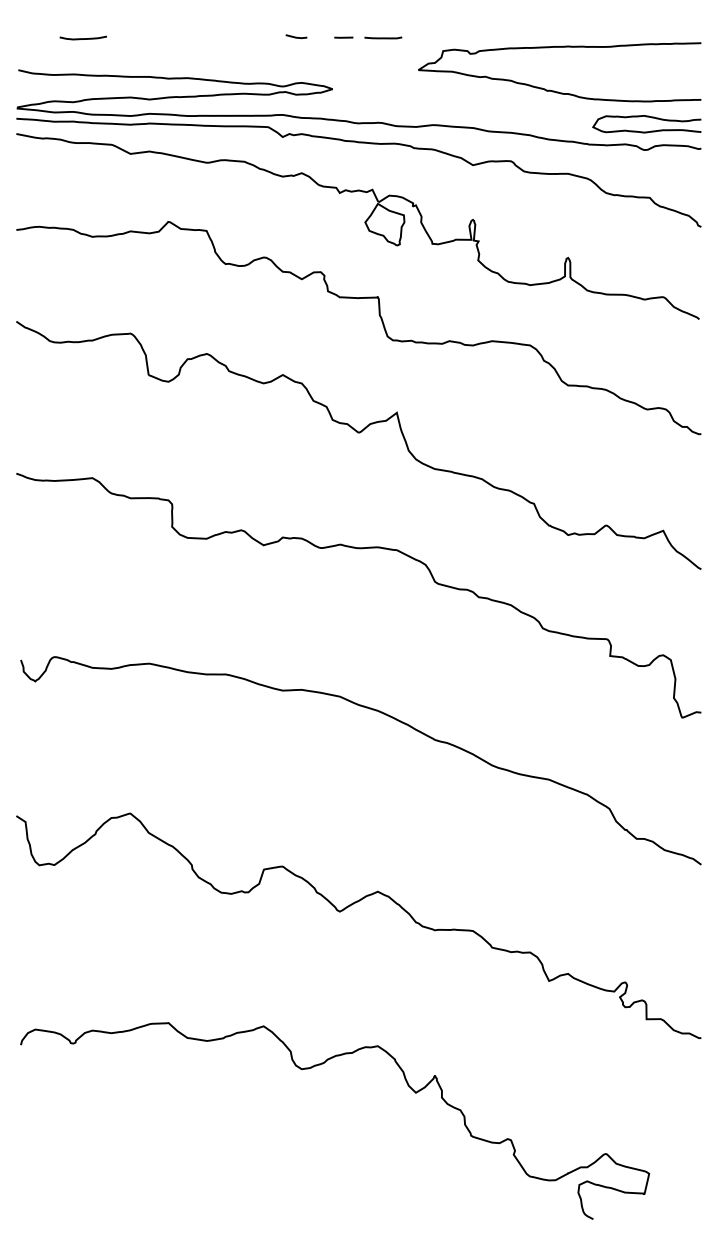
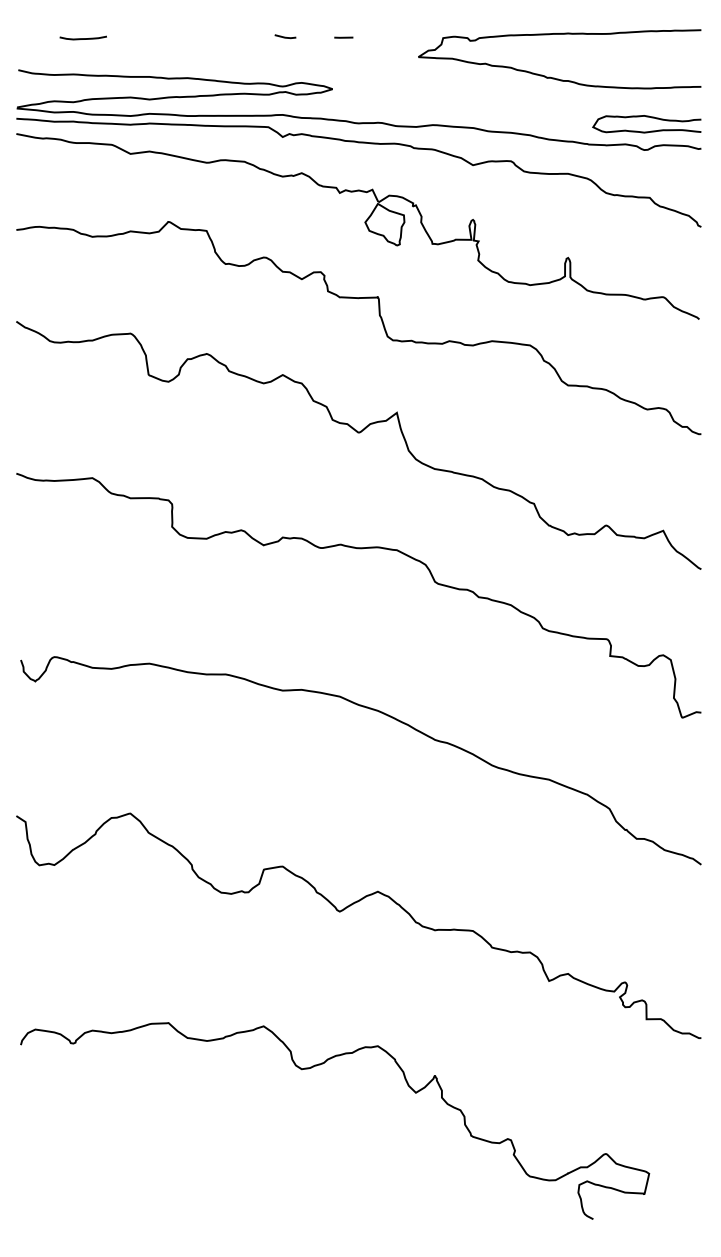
line at (296, 36) position: (296, 36) -> (285, 36)
line at (383, 37): present -> none
curve at (554, 90) position: (554, 90) -> (554, 77)
